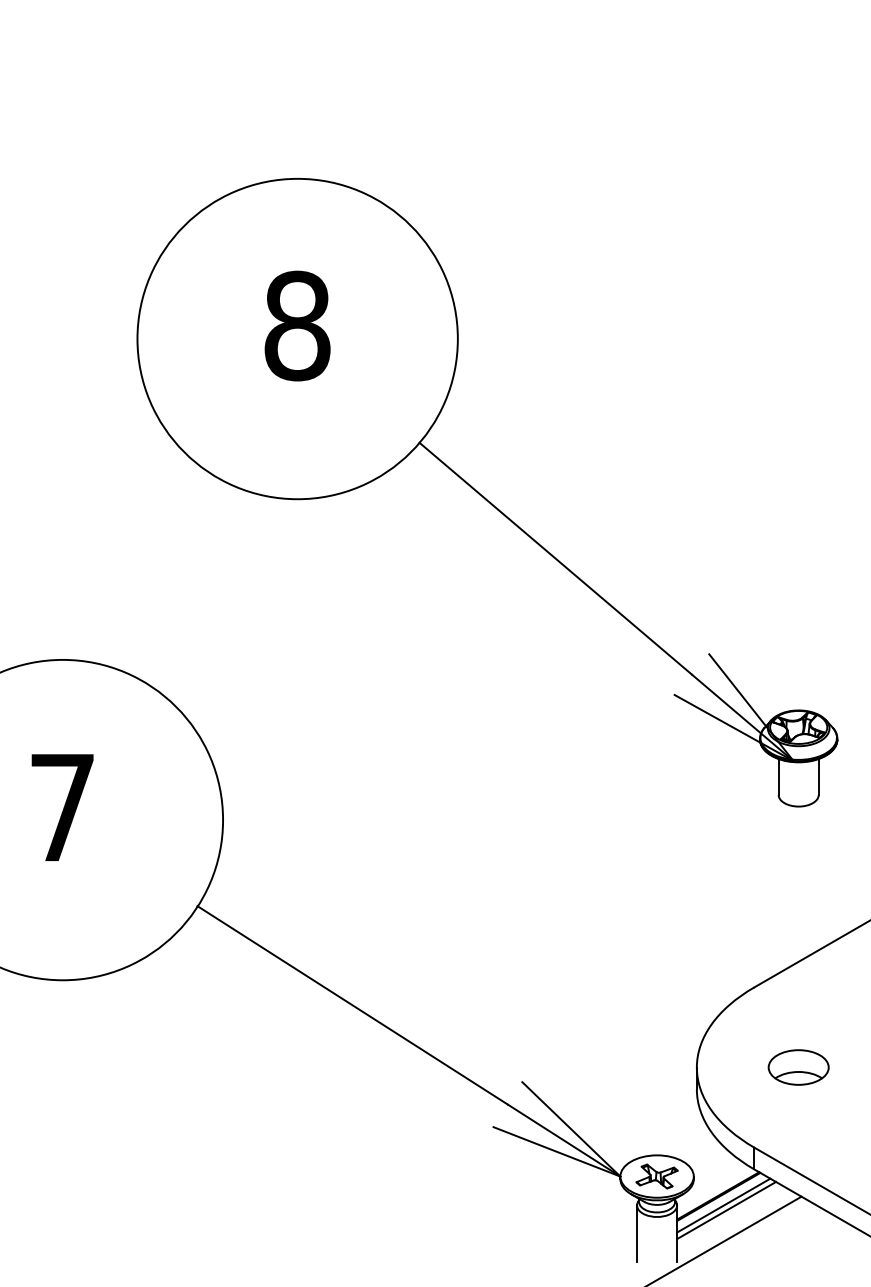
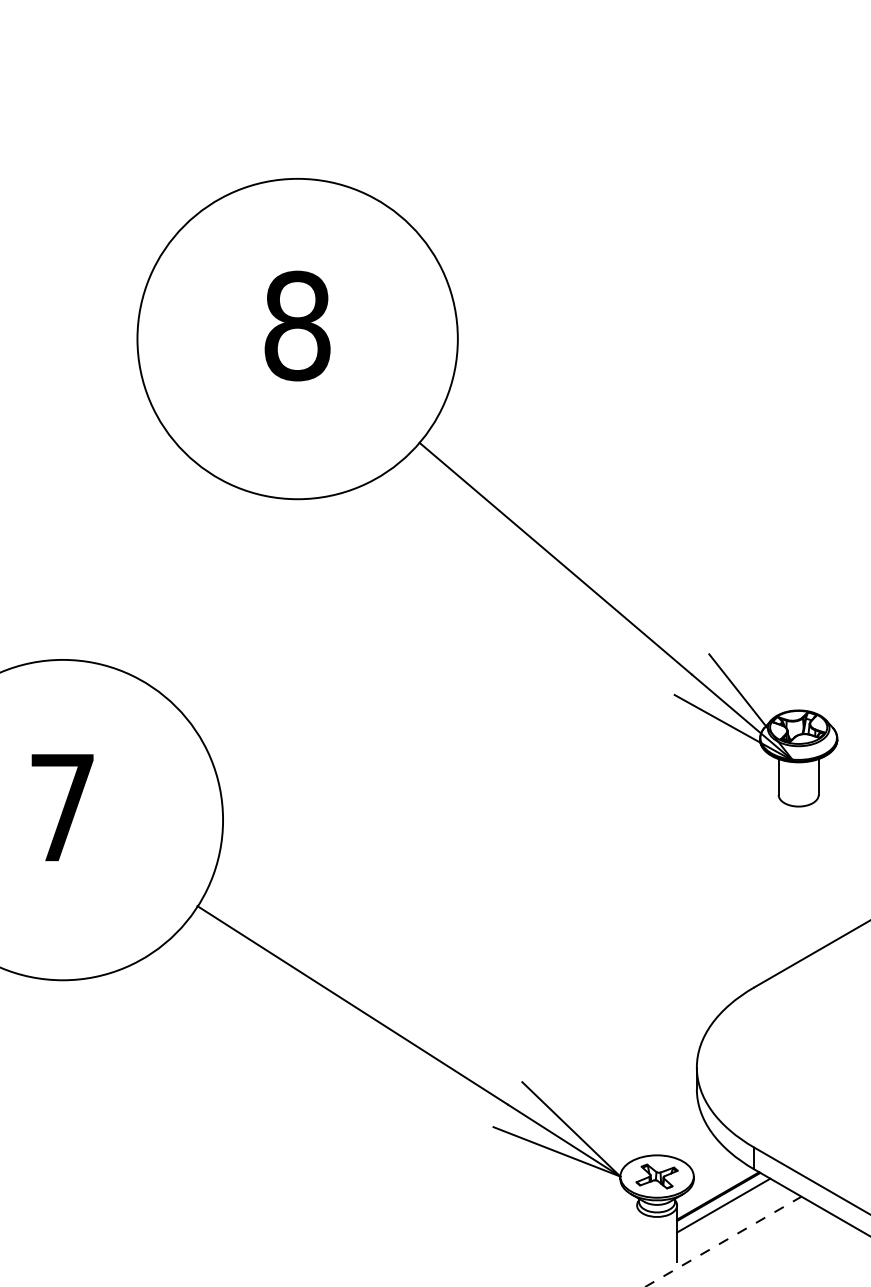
part at (798, 1067): present -> none
line at (726, 1210): present -> none
line at (637, 1233): present -> none
line at (723, 1241): solid -> dashed
